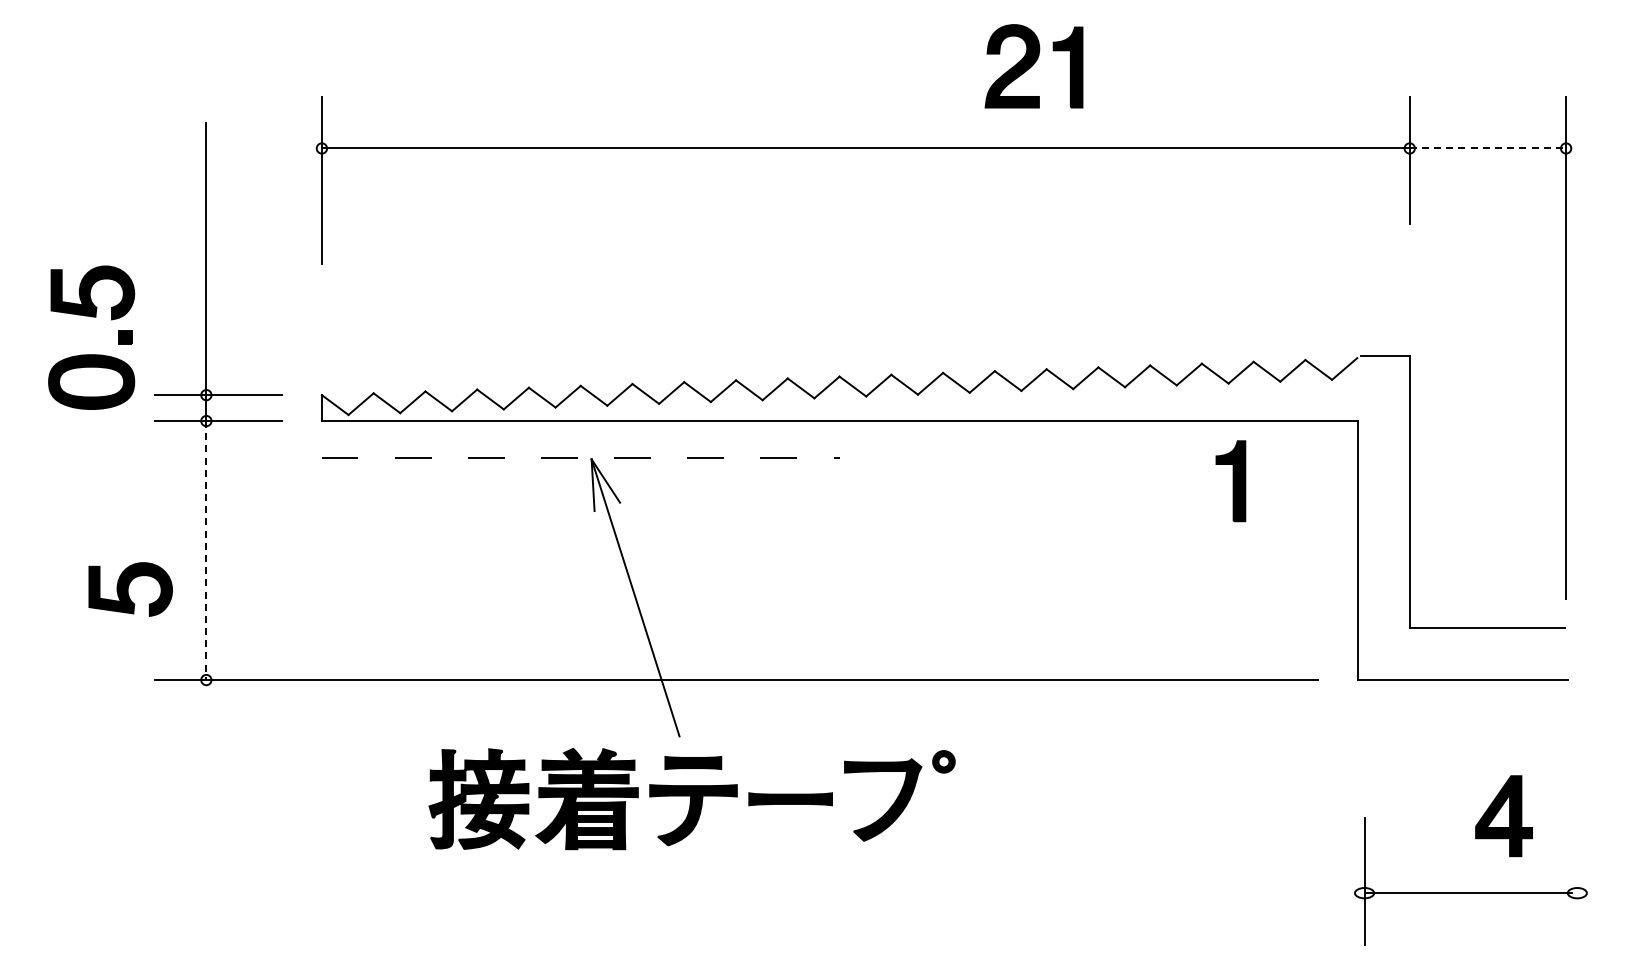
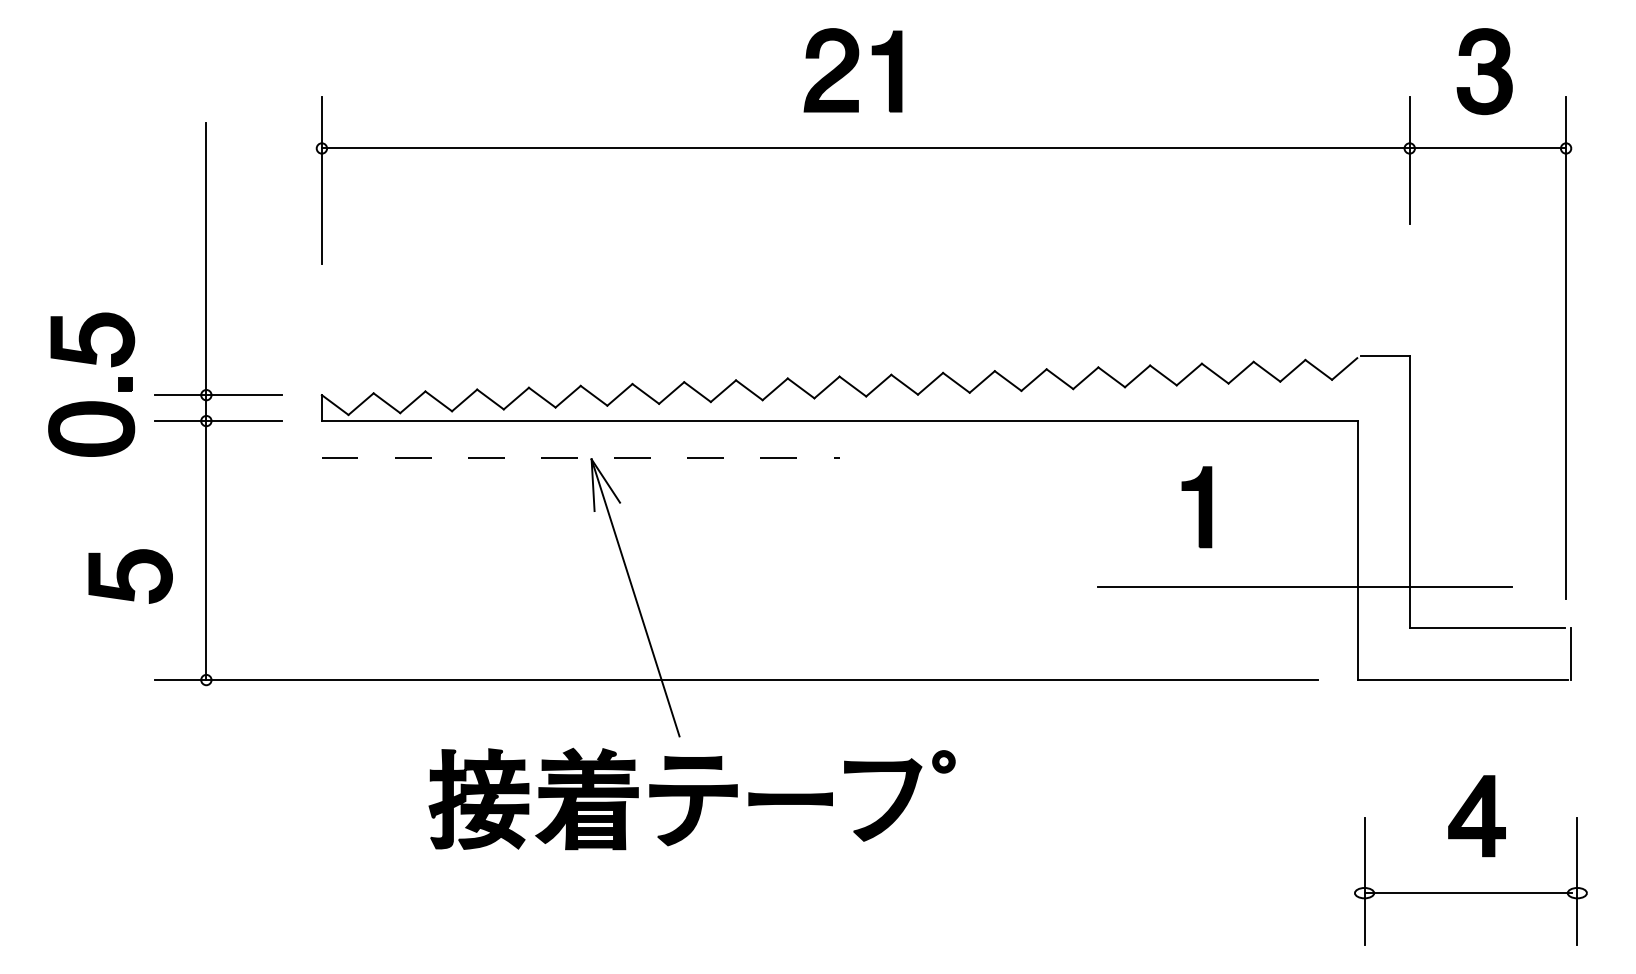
part at (1033, 66) position: (1033, 66) -> (852, 70)
part at (1484, 71): none -> present
line at (1487, 148): dashed -> solid
part at (91, 354) position: (91, 354) -> (91, 401)
part at (1230, 481) position: (1230, 481) -> (1196, 507)
line at (206, 550): dashed -> solid
line at (1305, 587): none -> present
part at (130, 589) position: (130, 589) -> (130, 576)
line at (1571, 654): none -> present
part at (1503, 816) position: (1503, 816) -> (1476, 816)
line at (1577, 880): none -> present
